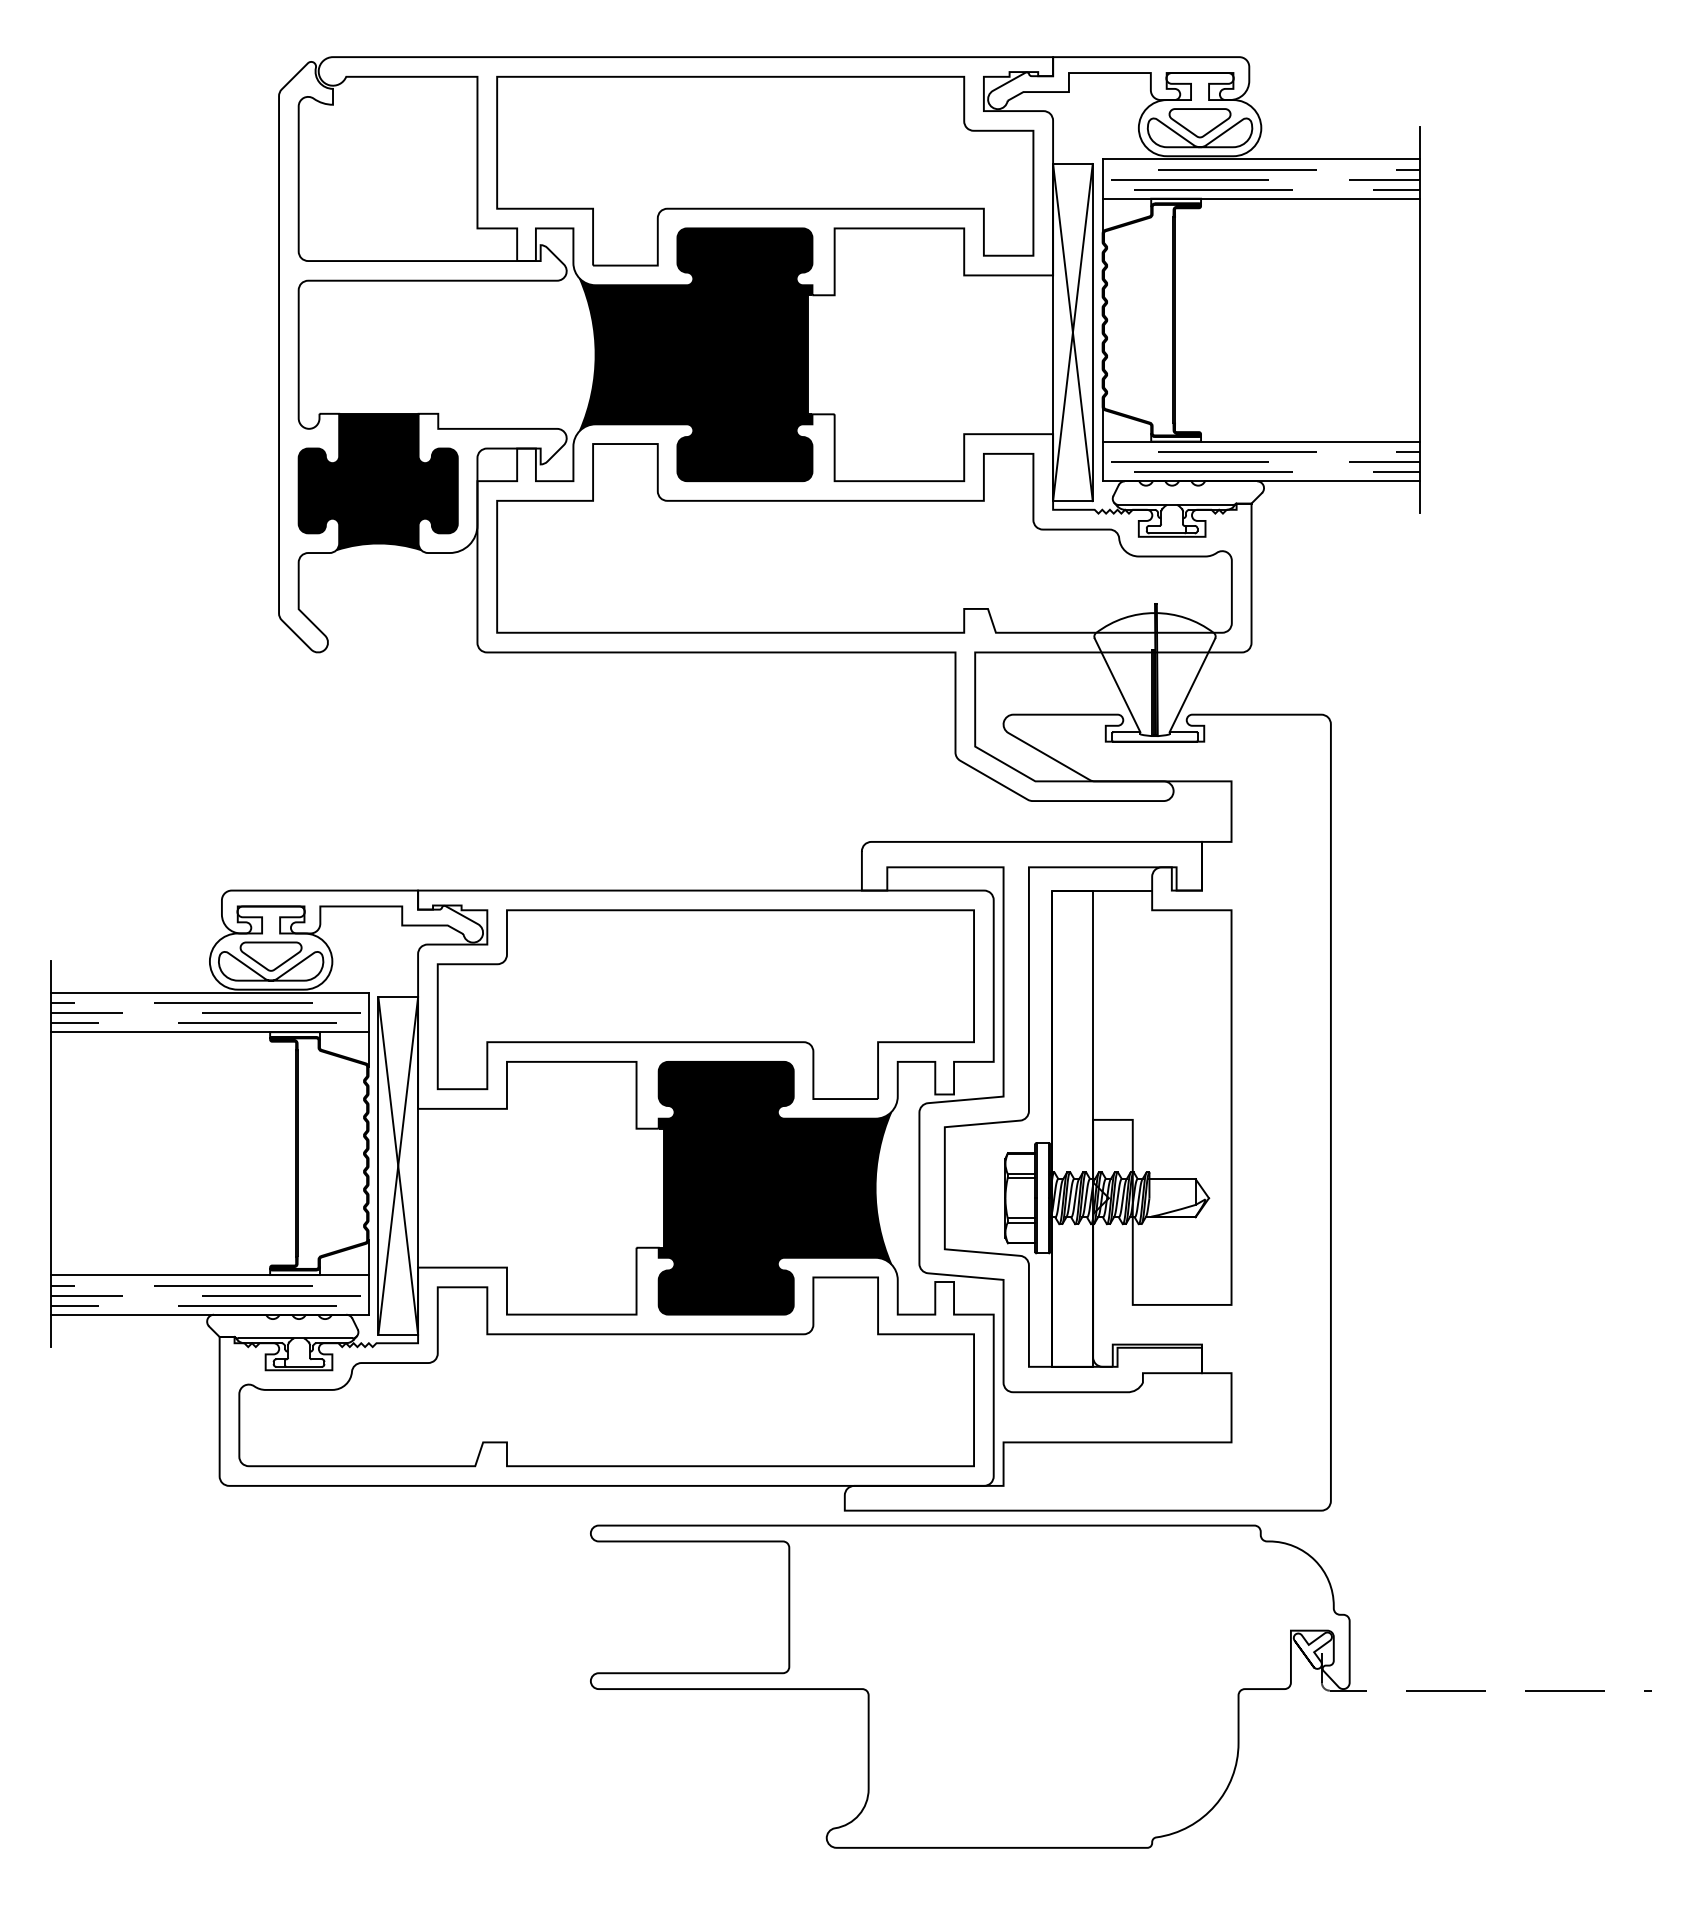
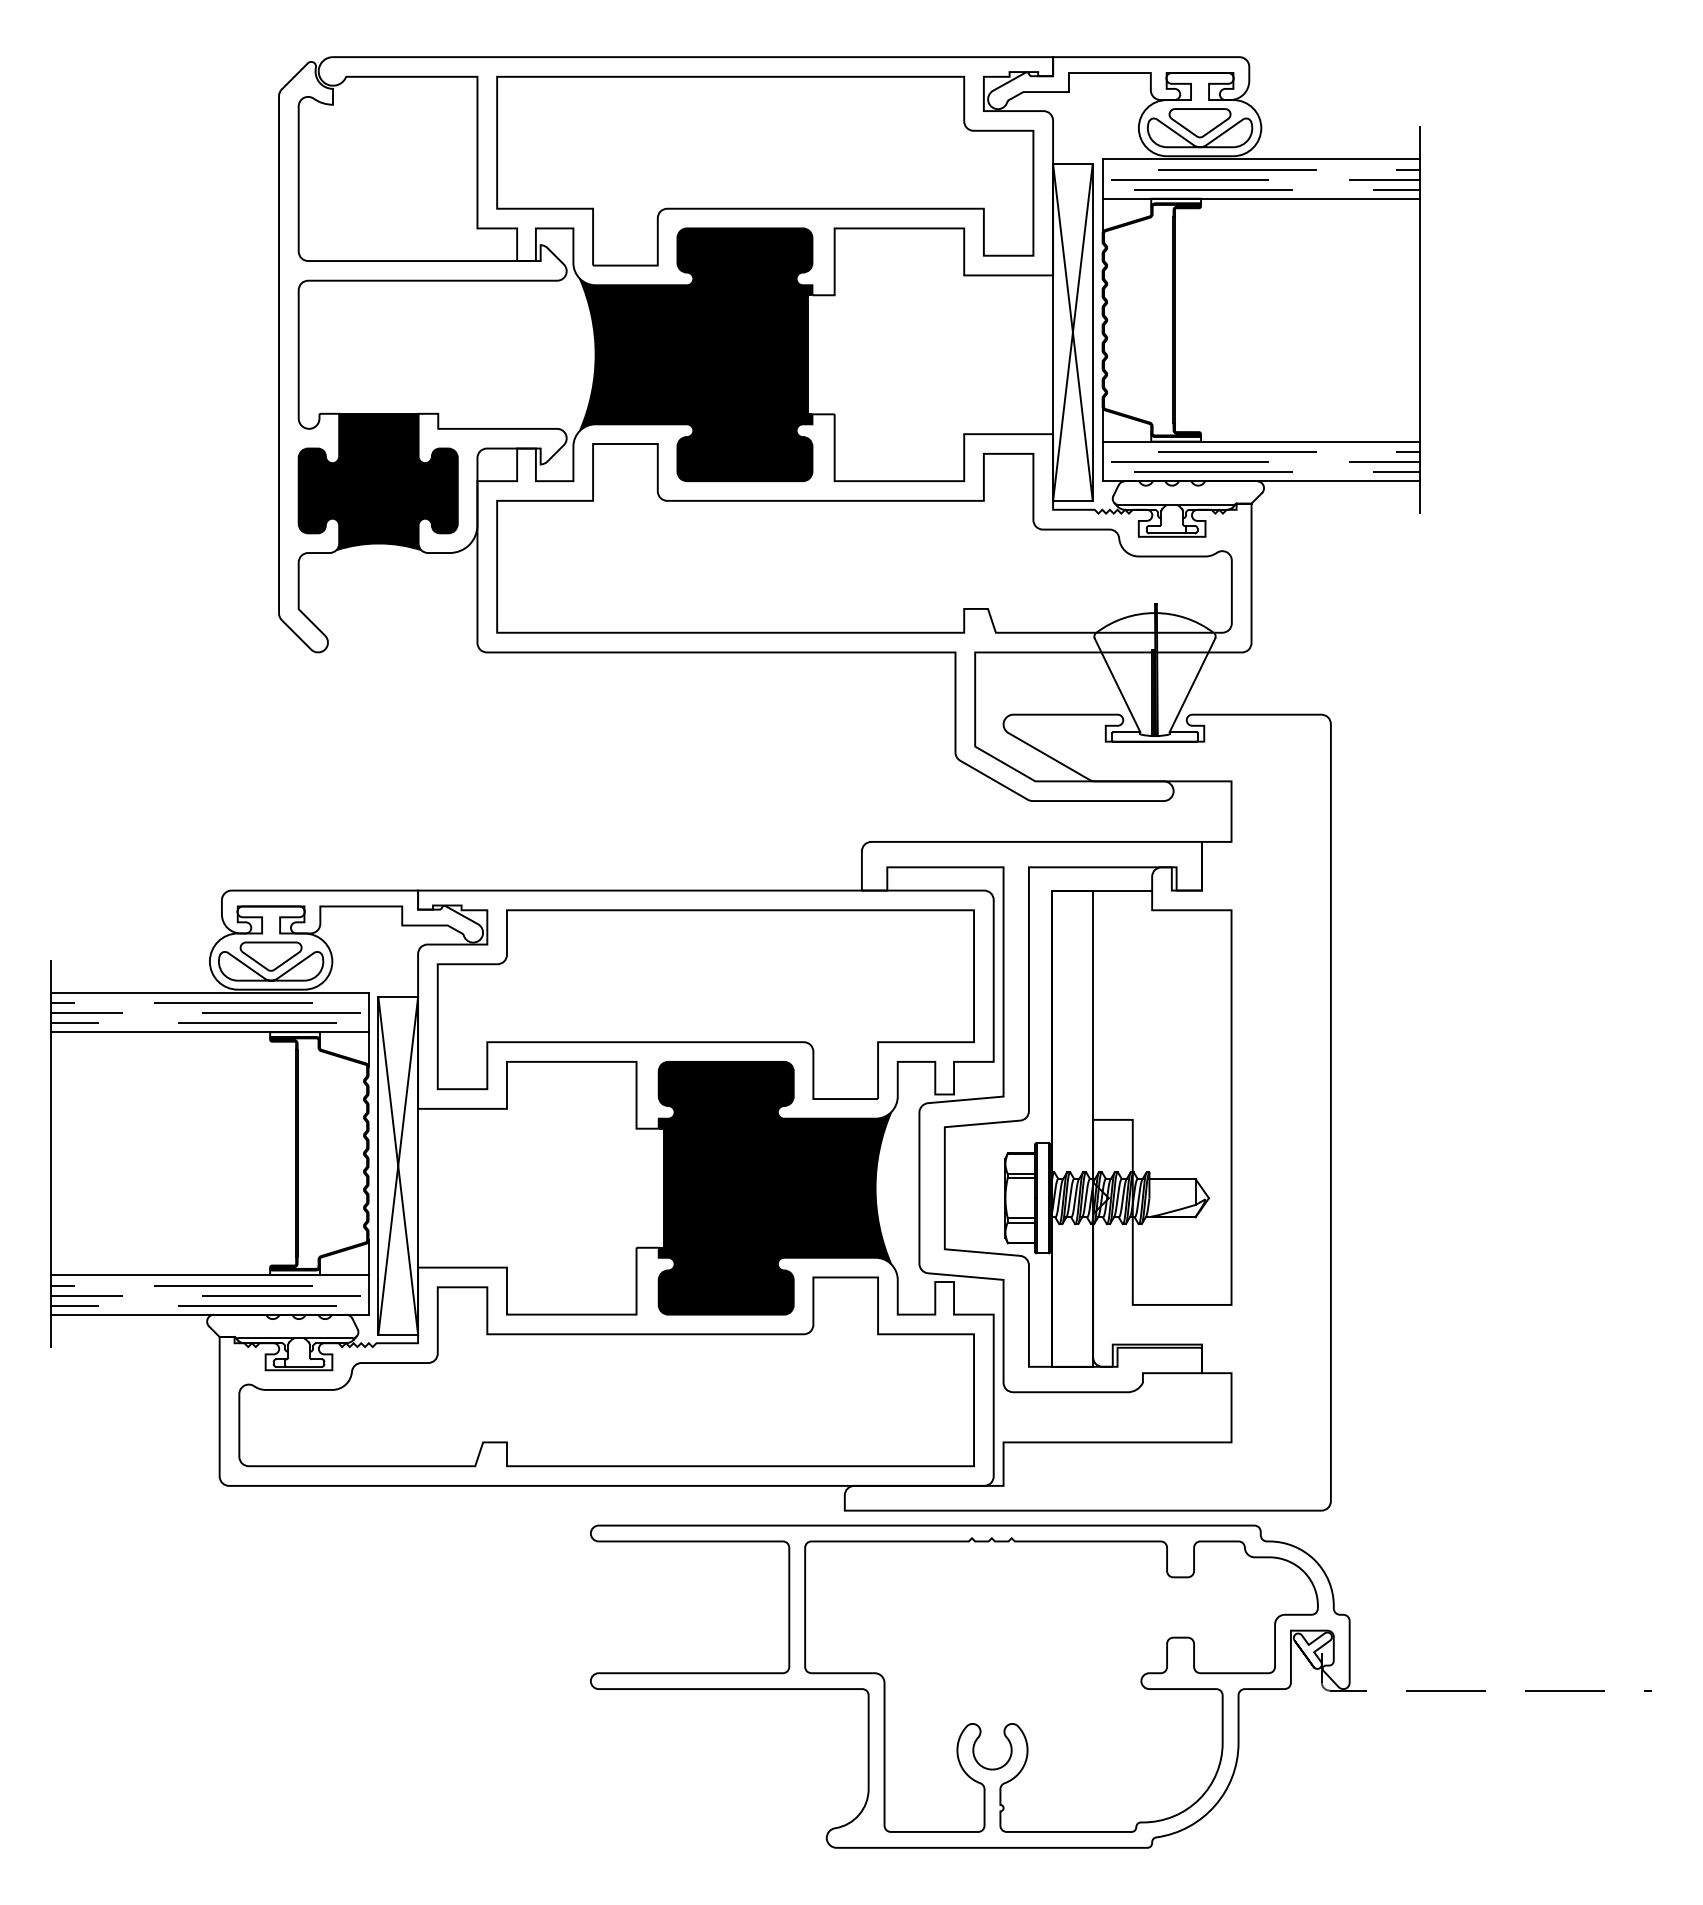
part at (1061, 1684): none -> present
